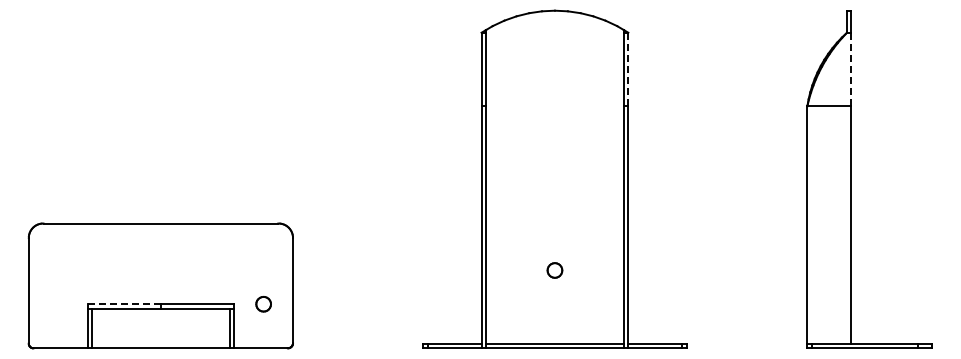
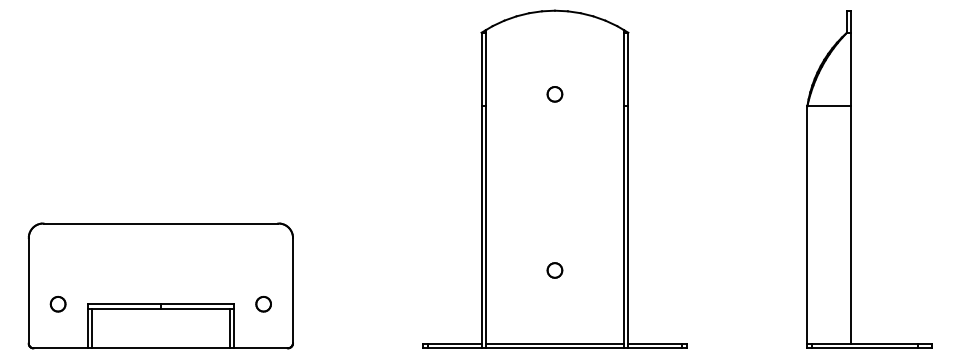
line at (628, 69): dashed -> solid
line at (851, 69): dashed -> solid
part at (554, 94): none -> present
part at (57, 304): none -> present
line at (124, 304): dashed -> solid
